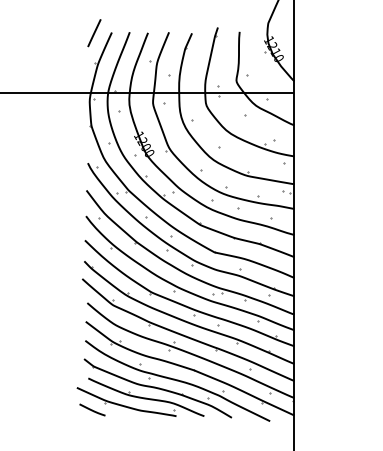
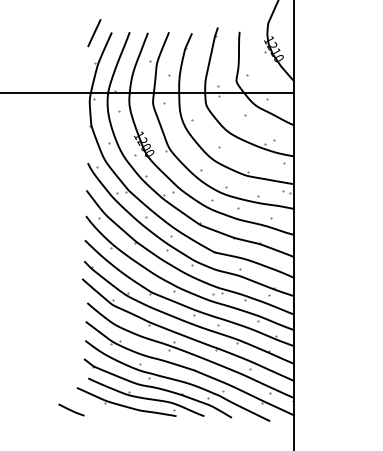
line at (92, 409) position: (92, 409) -> (71, 409)
